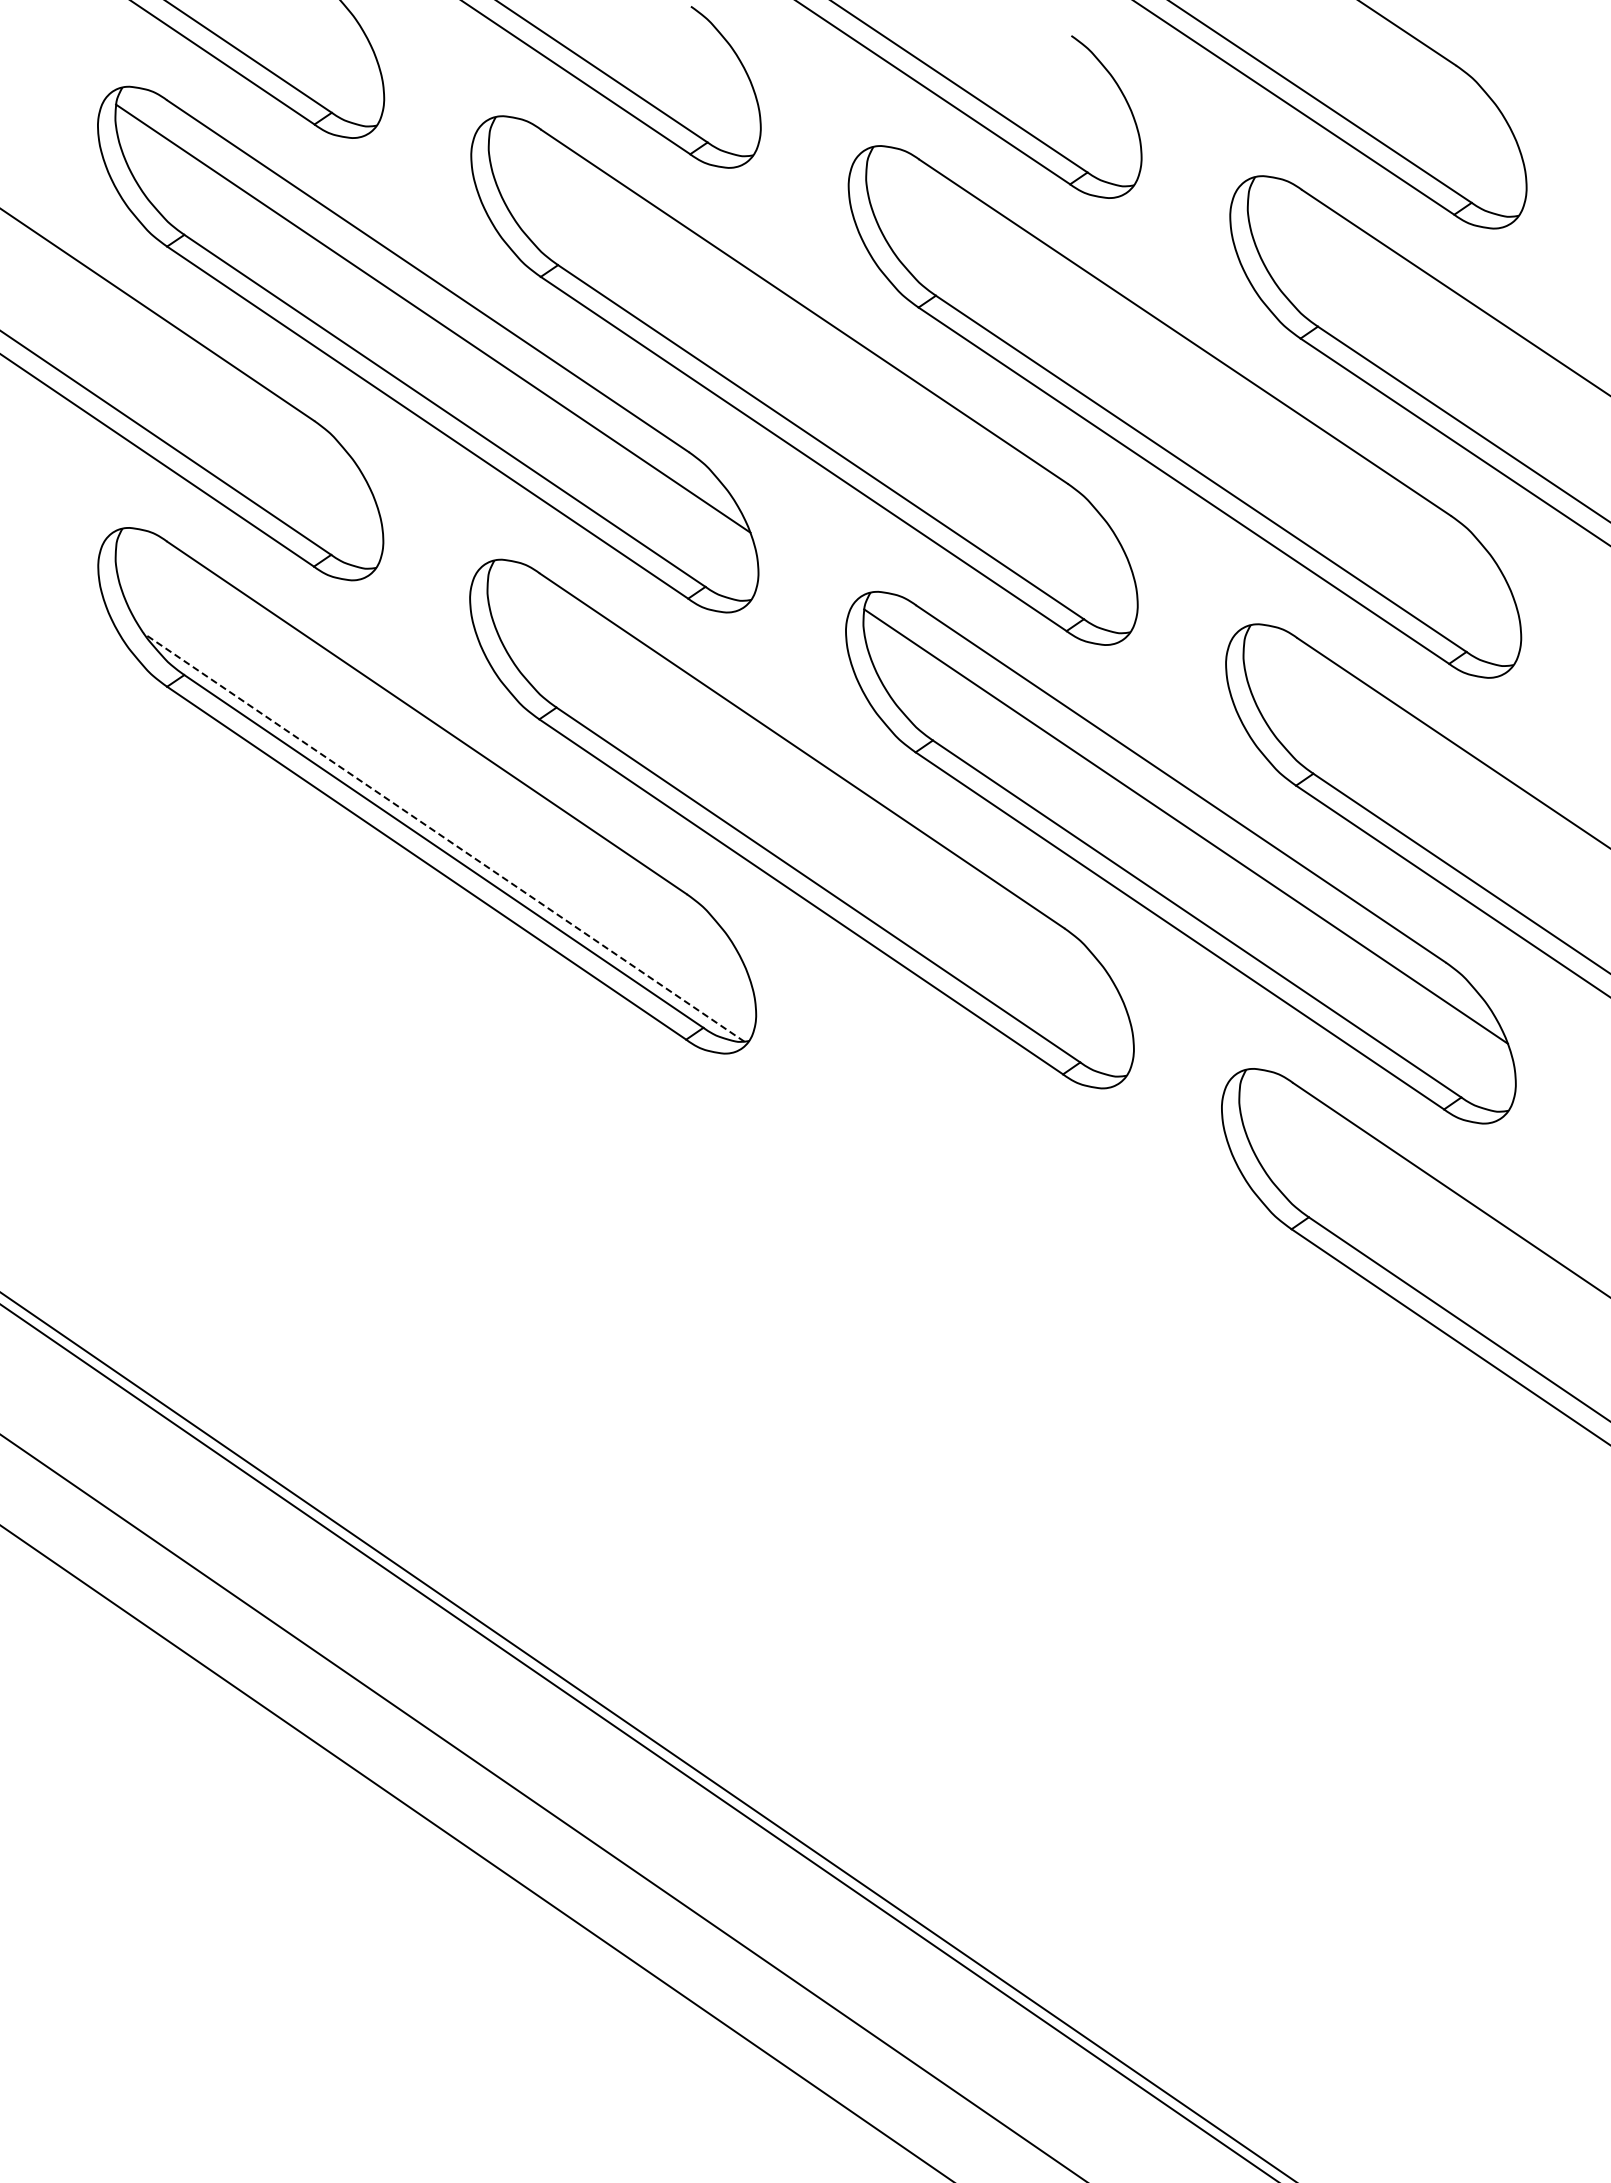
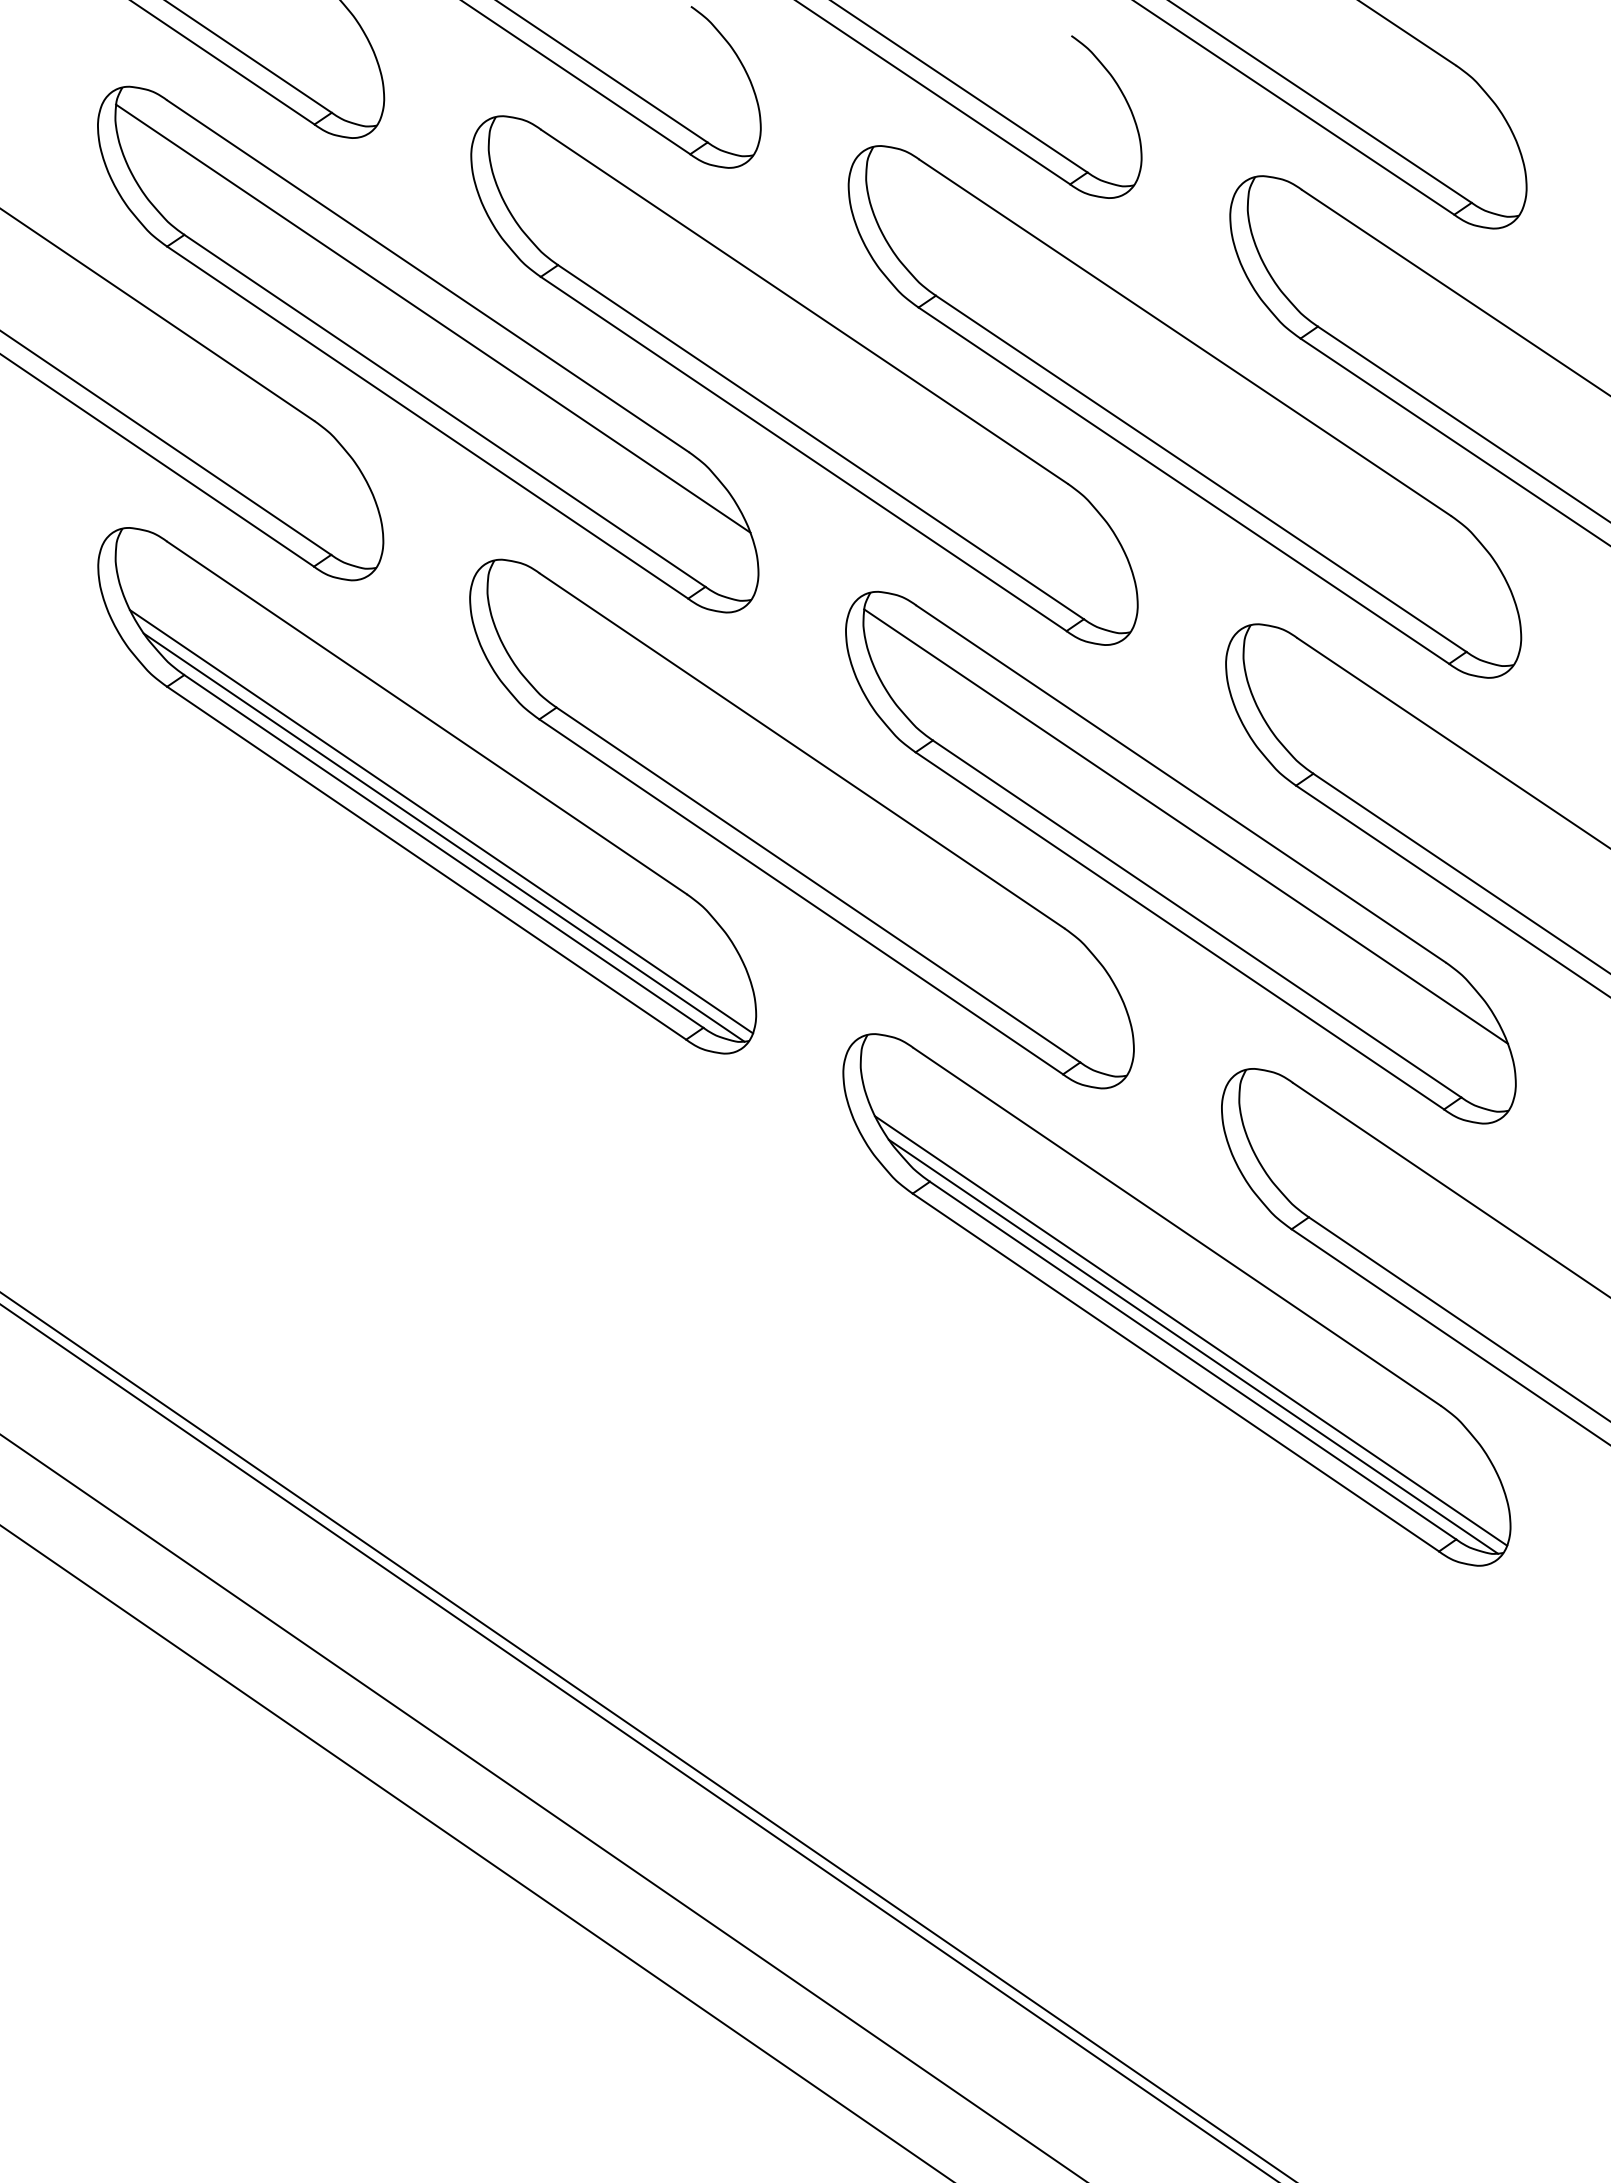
line at (441, 821): none -> present
line at (443, 837): dashed -> solid
part at (1176, 1299): none -> present
